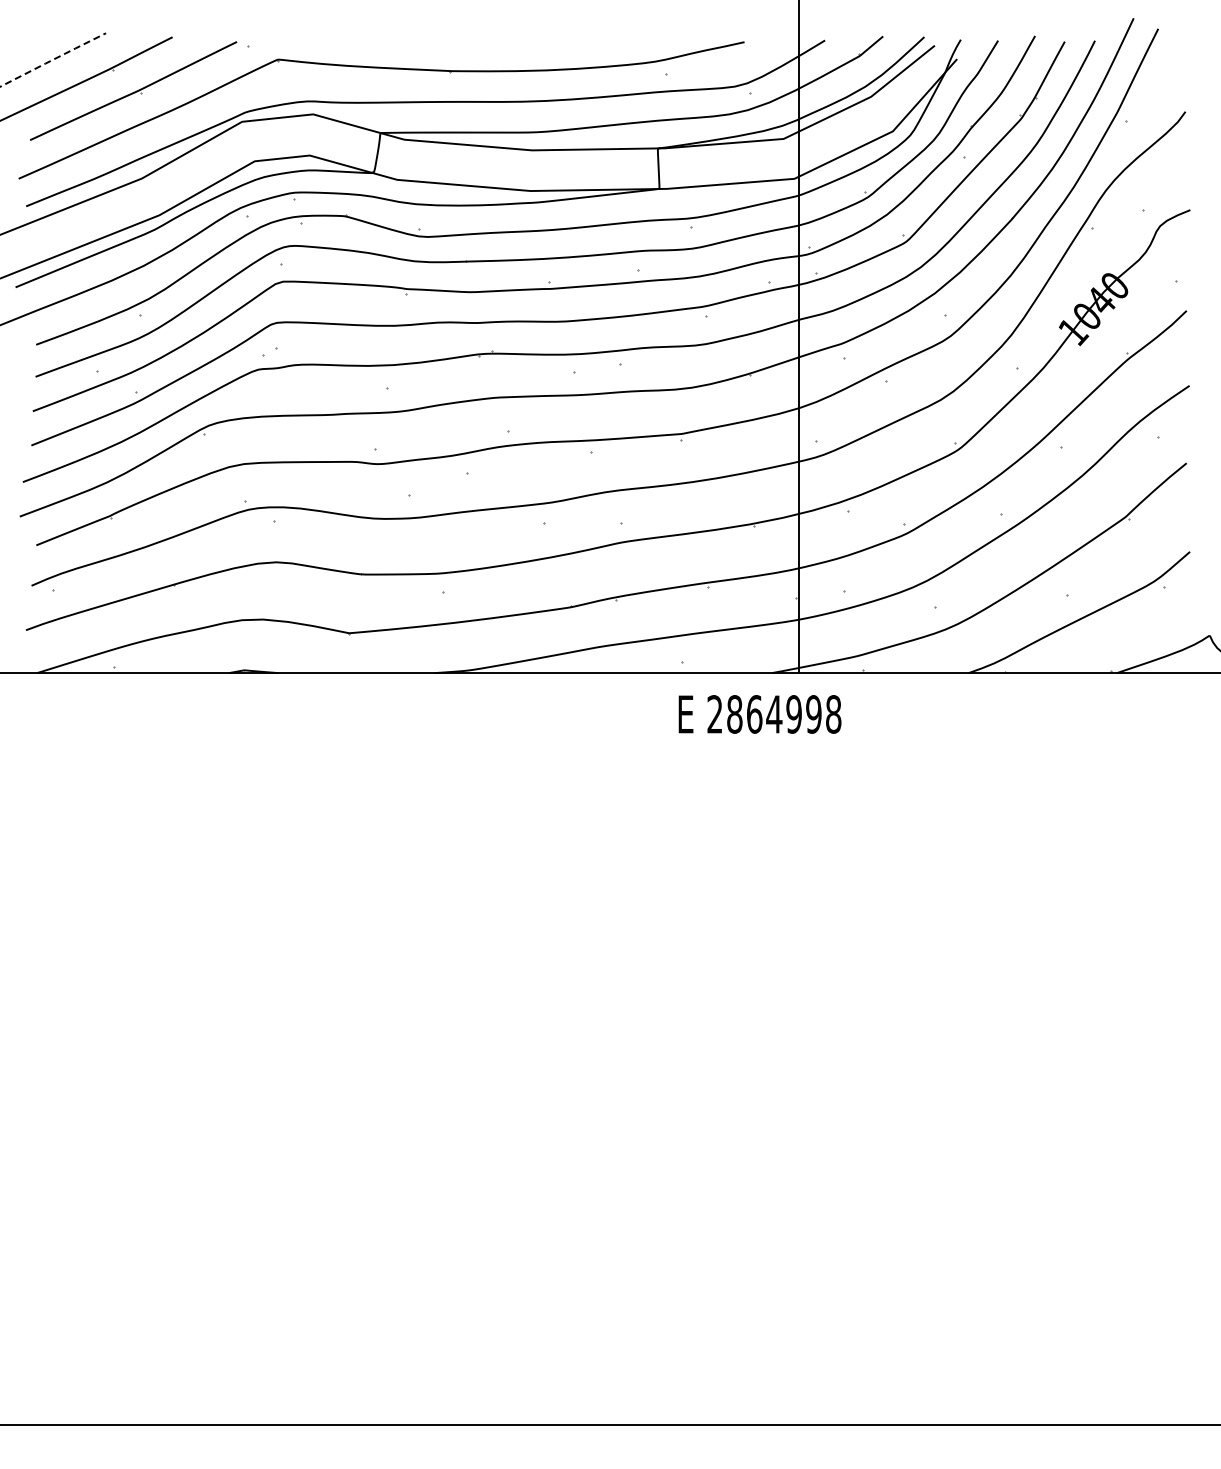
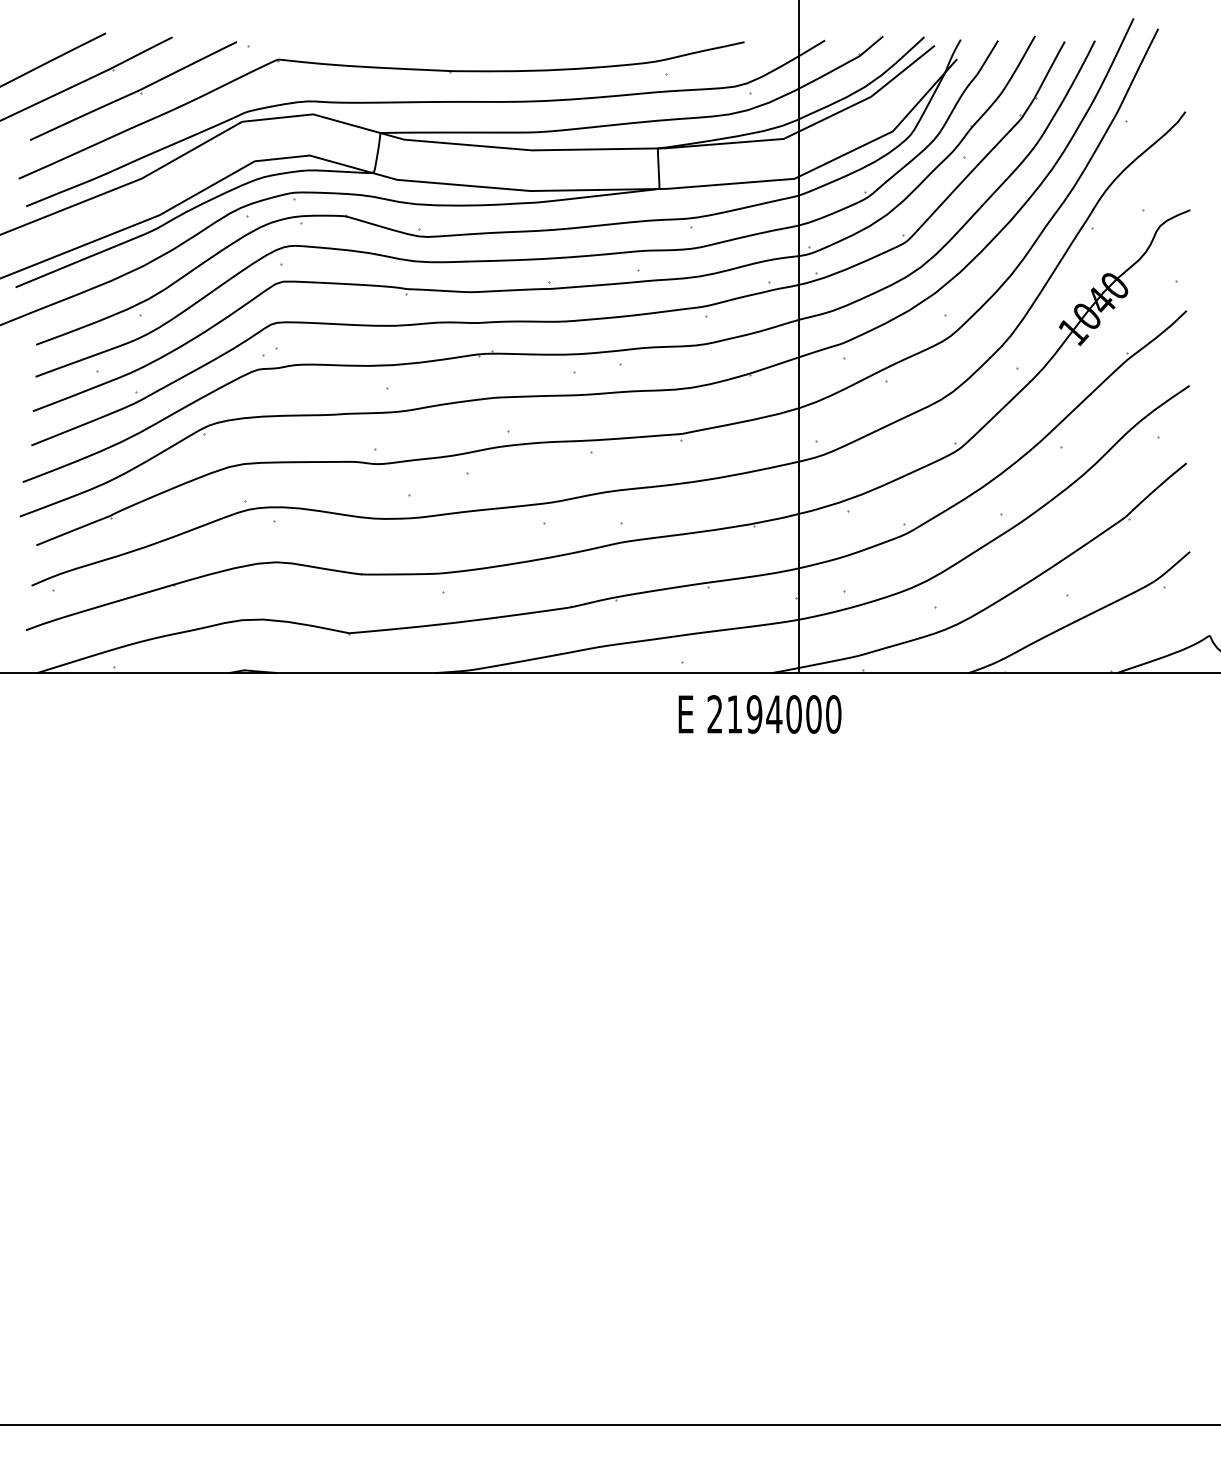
line at (53, 59): dashed -> solid
text at (784, 714): 2864998 -> 2194000
